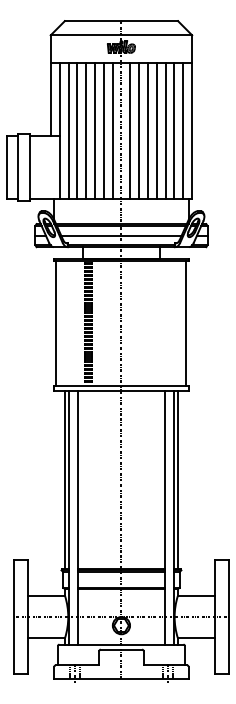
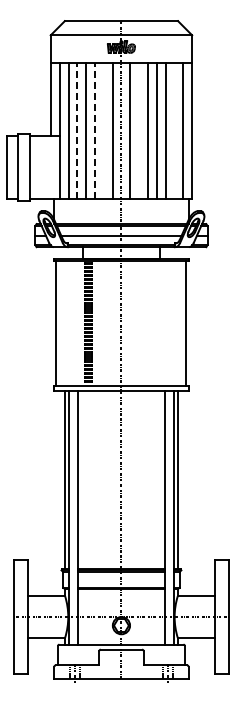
line at (77, 130): solid -> dashed
line at (95, 130): solid -> dashed
line at (103, 131): present -> none
line at (139, 131): present -> none
line at (174, 131): present -> none
